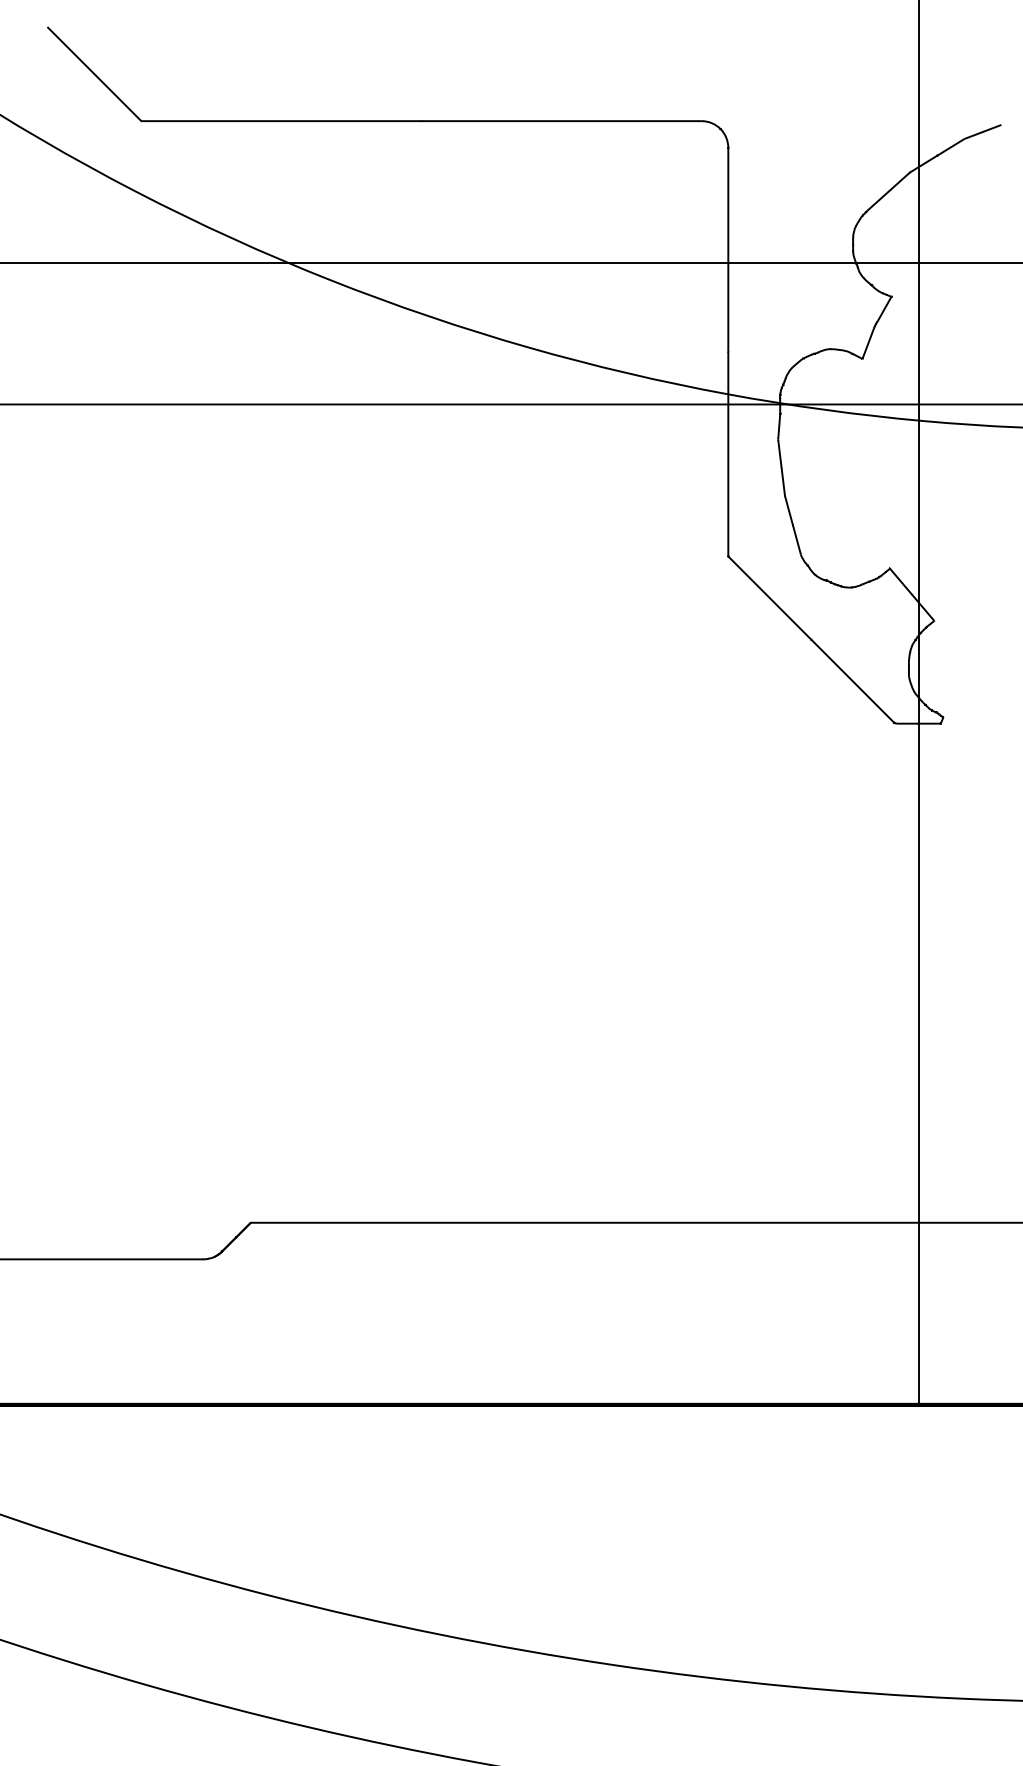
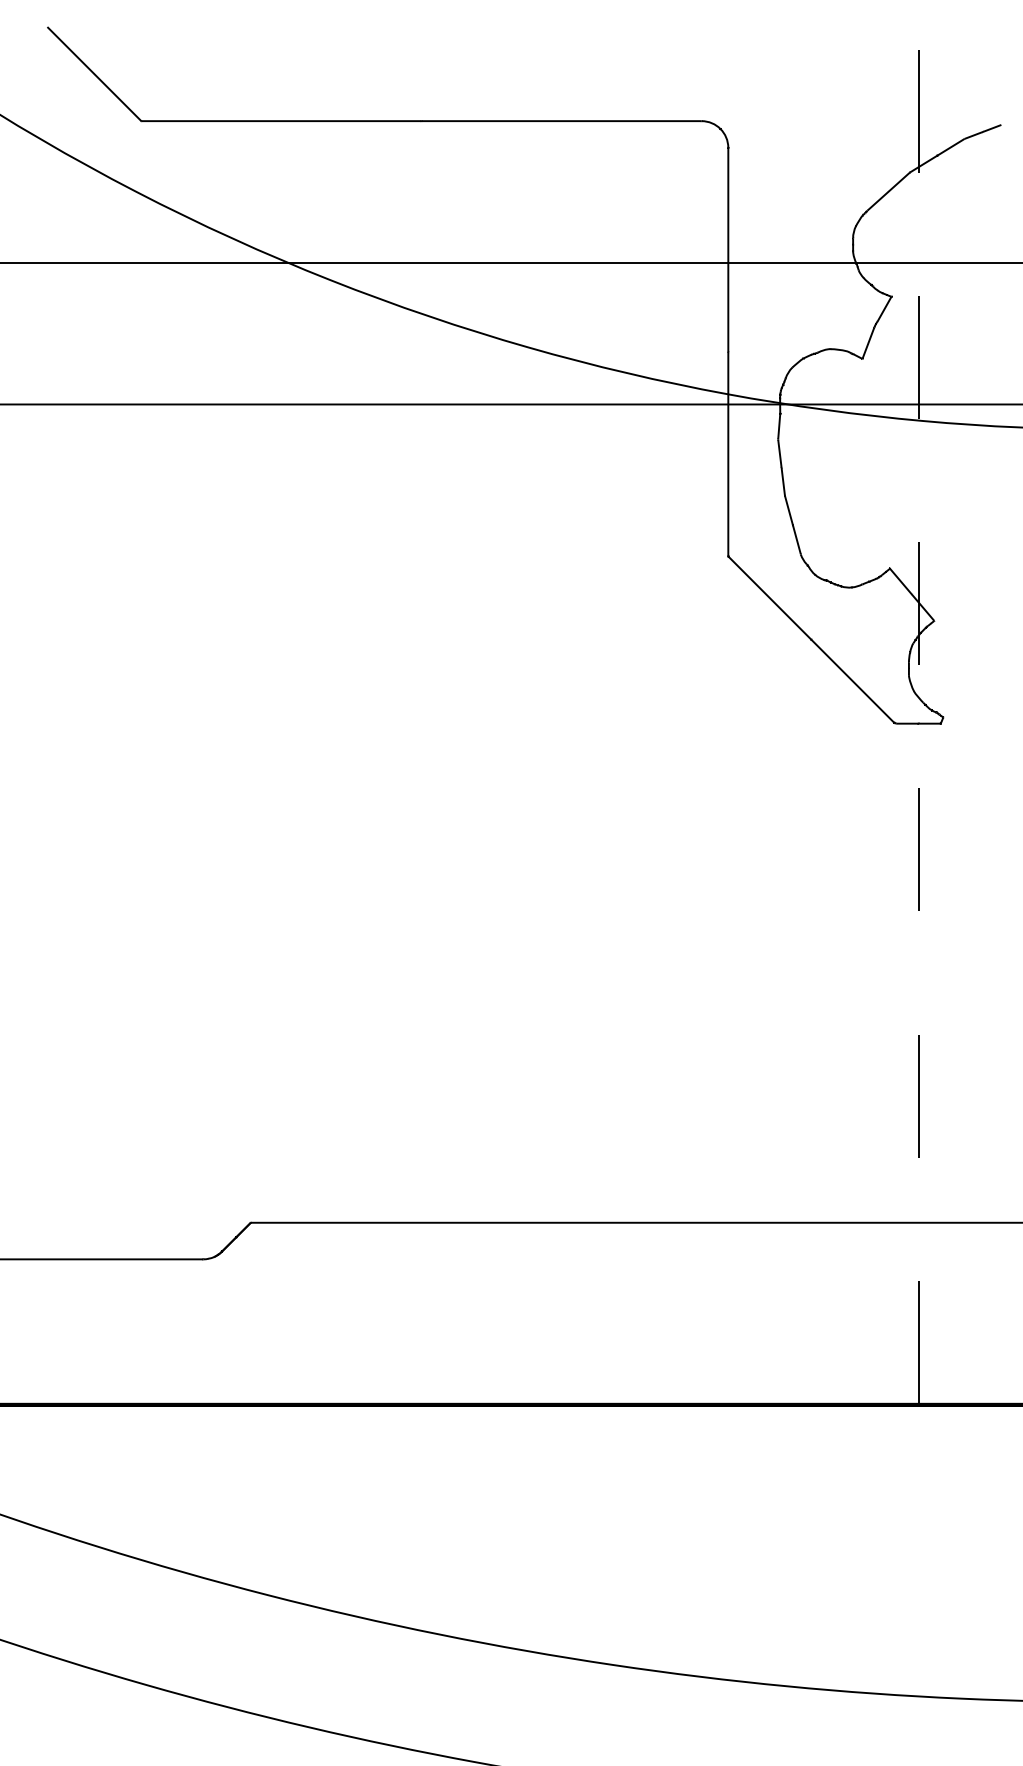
line at (918, 702): solid -> dashed
